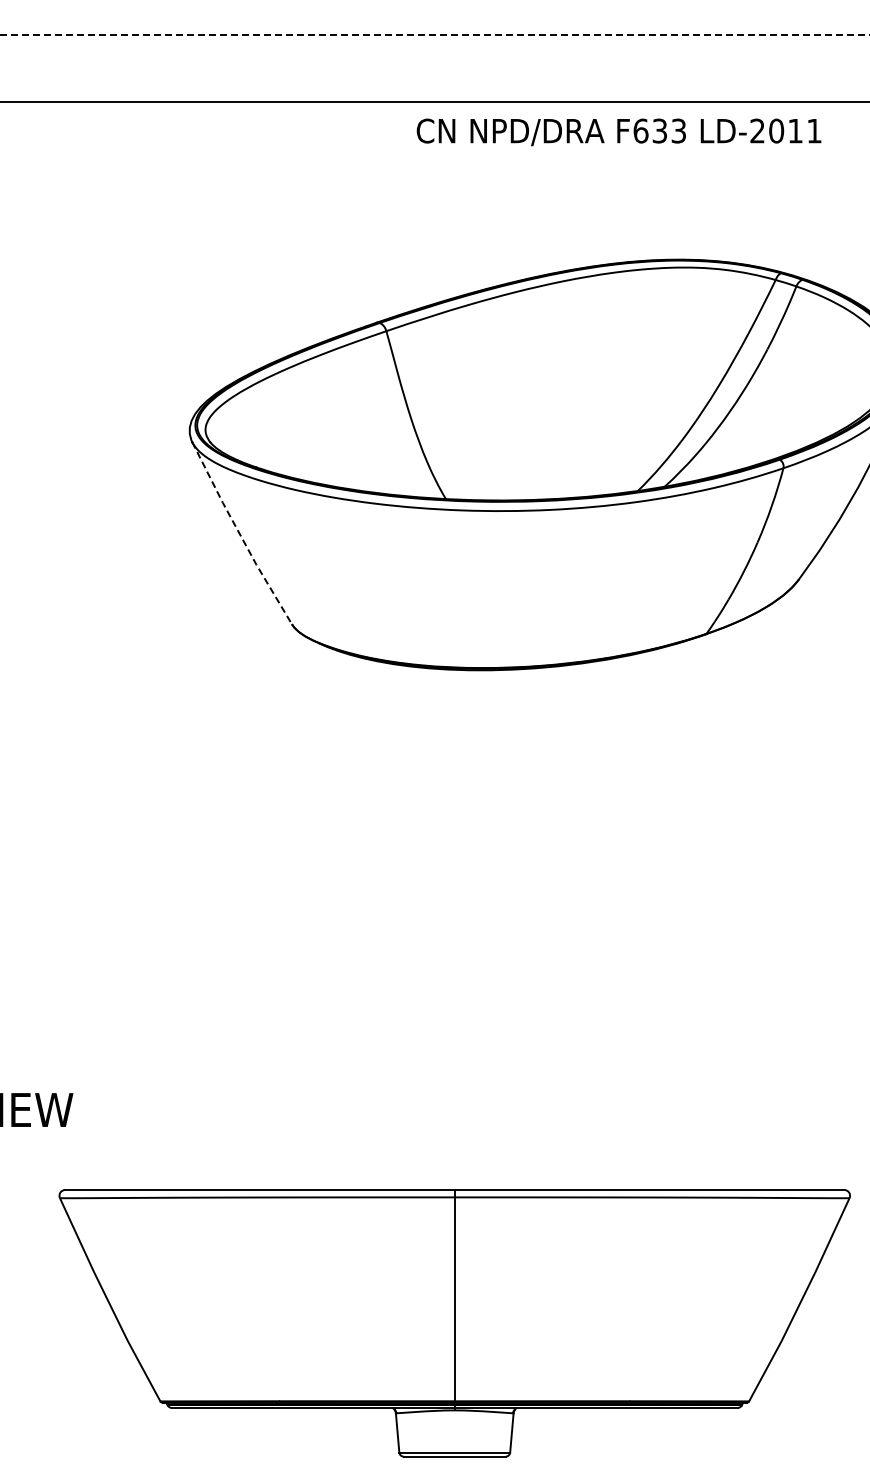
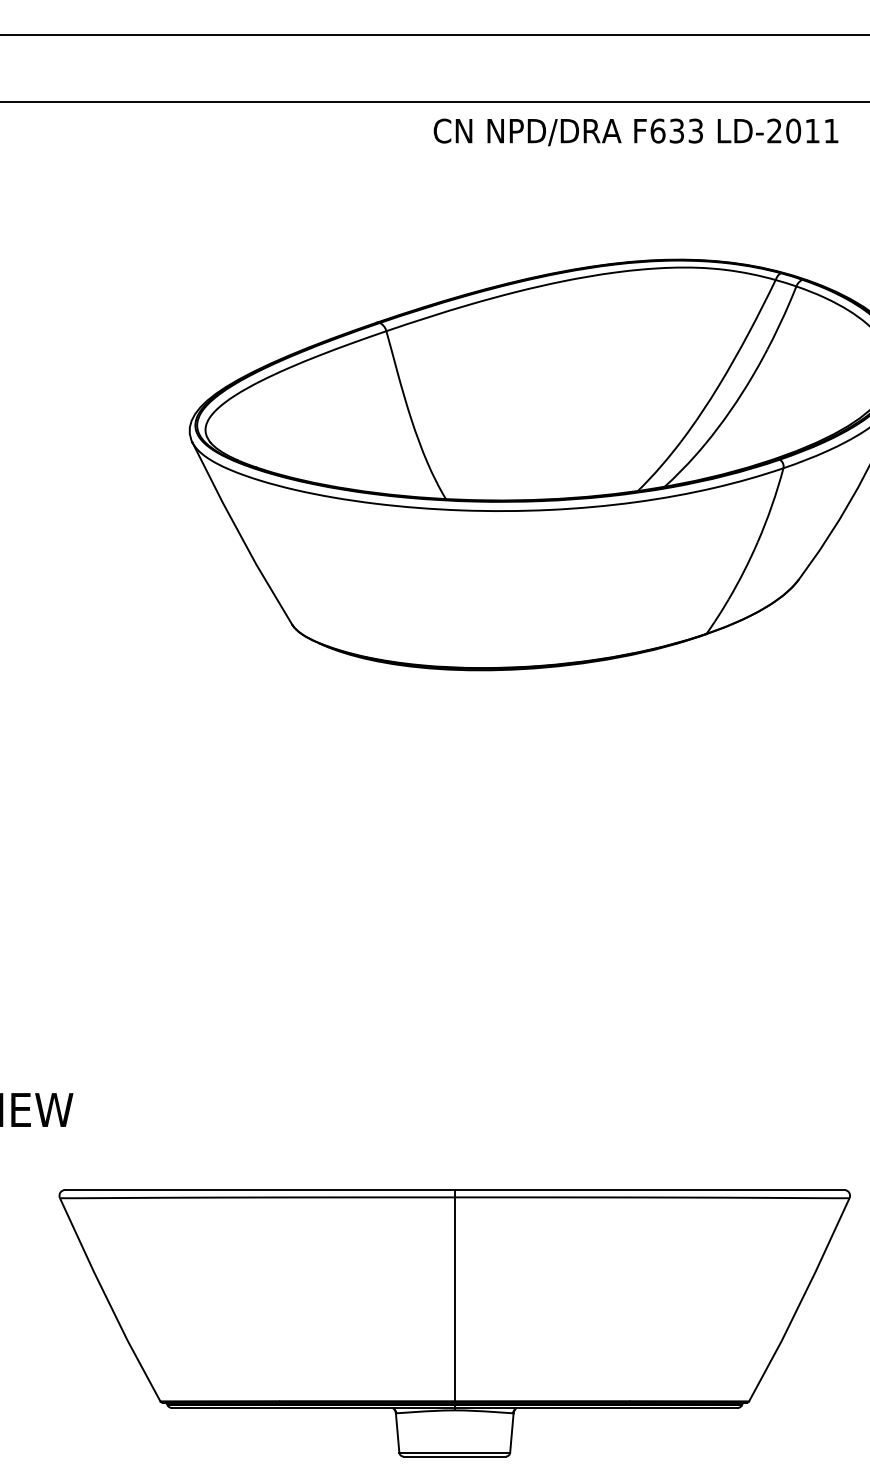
line at (435, 34): dashed -> solid
text at (618, 132) position: (618, 132) -> (635, 132)
line at (240, 535): dashed -> solid
